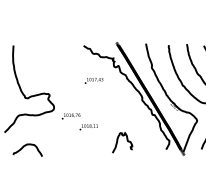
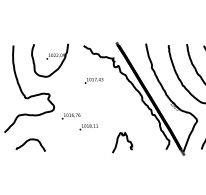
part at (49, 60): none -> present
curve at (25, 146) position: (25, 146) -> (28, 141)
